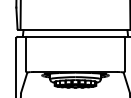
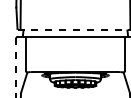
line at (74, 29): solid -> dashed
line at (16, 67): solid -> dashed
